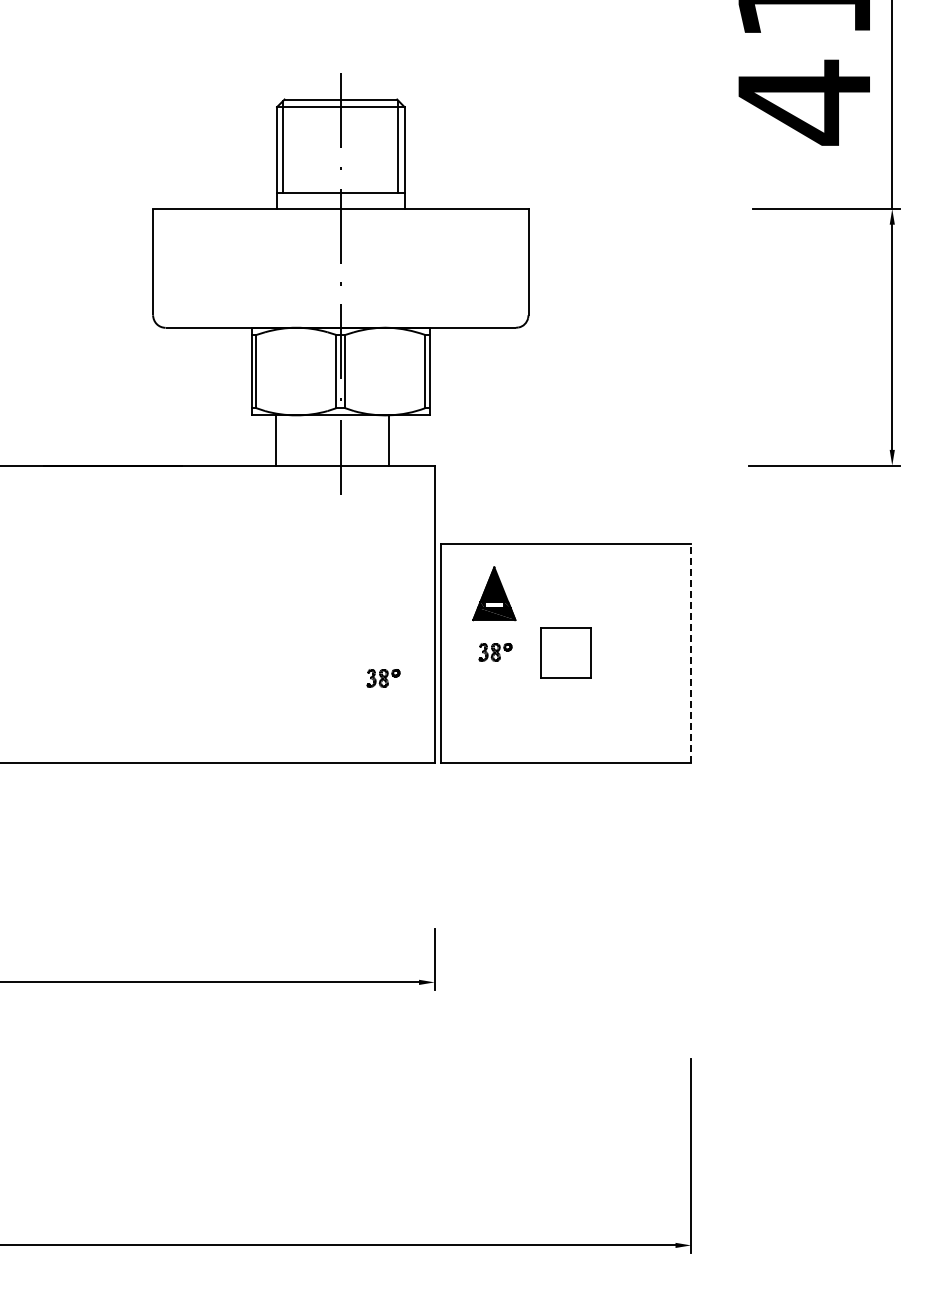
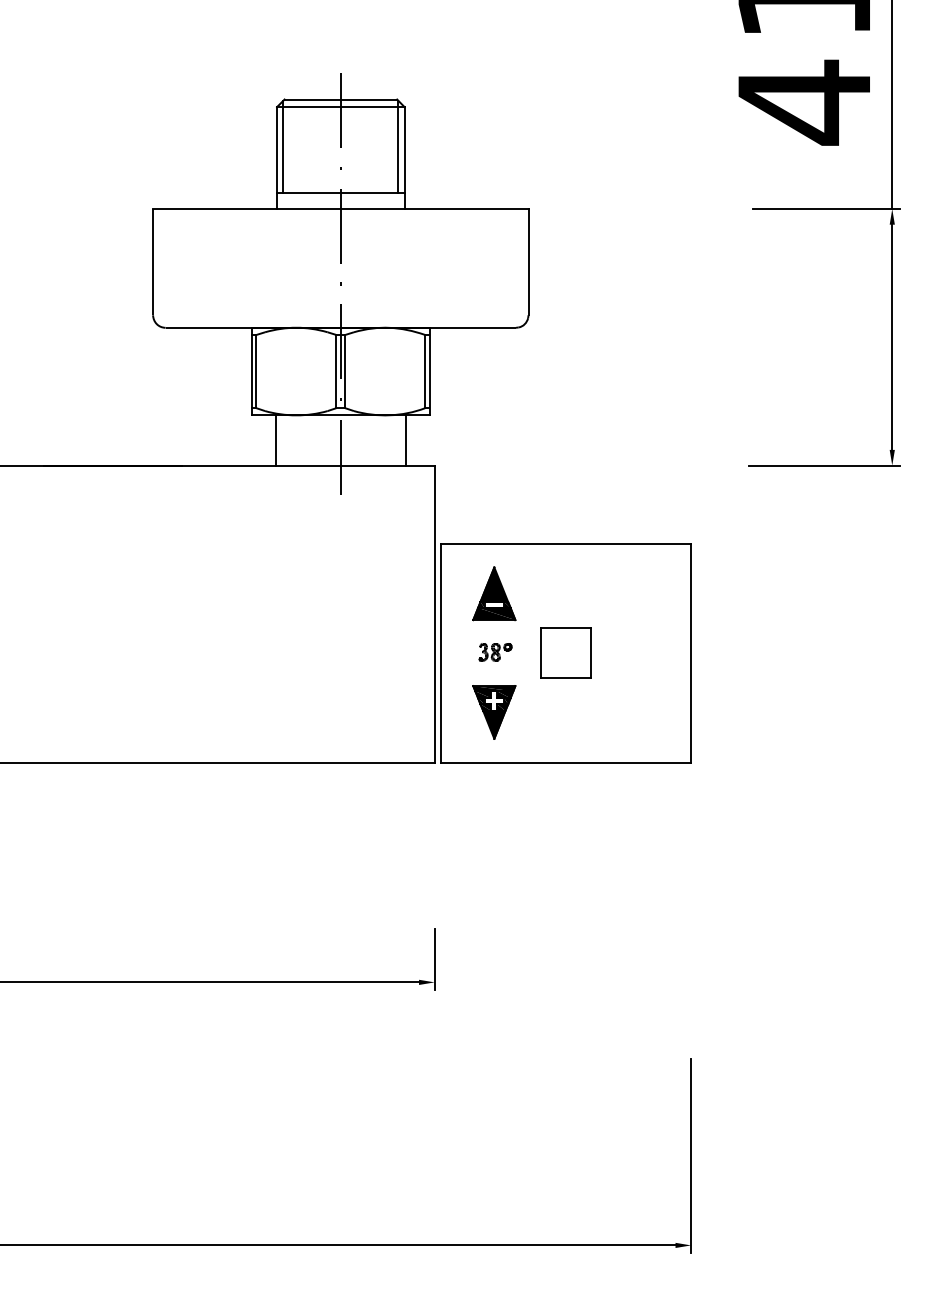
line at (388, 440) position: (388, 440) -> (405, 440)
line at (691, 653): dashed -> solid
part at (383, 678): present -> none
part at (494, 712): none -> present
